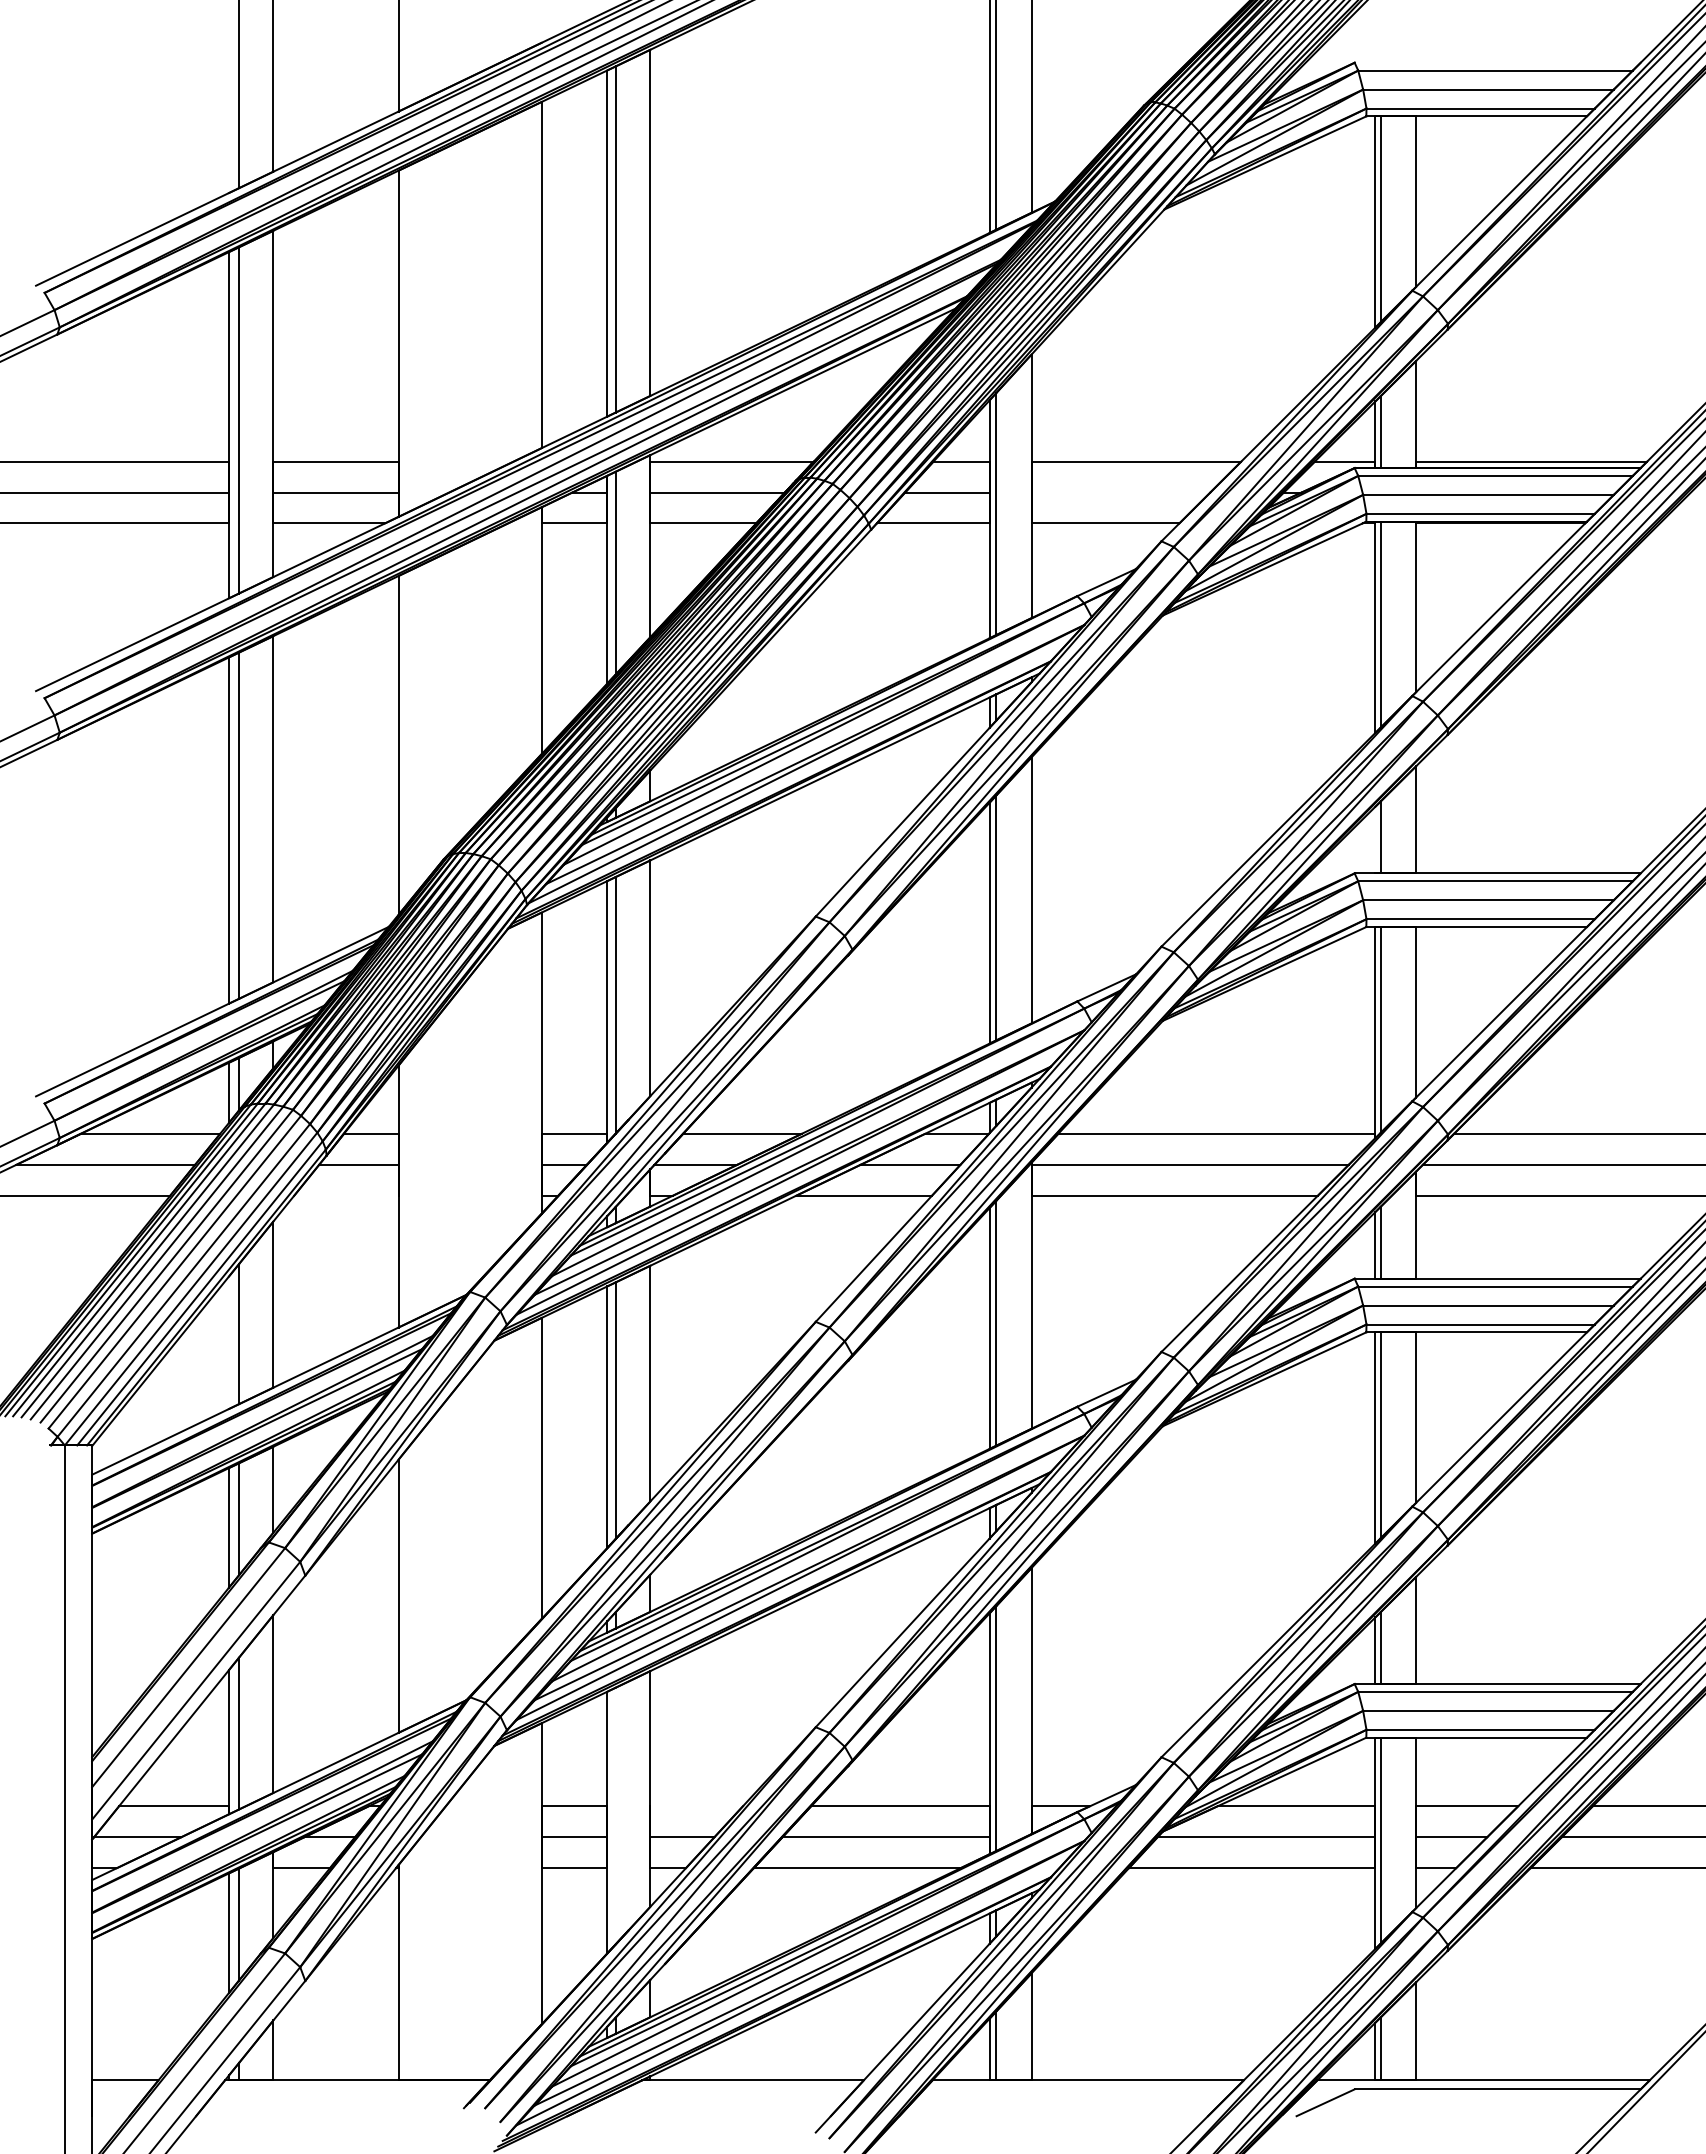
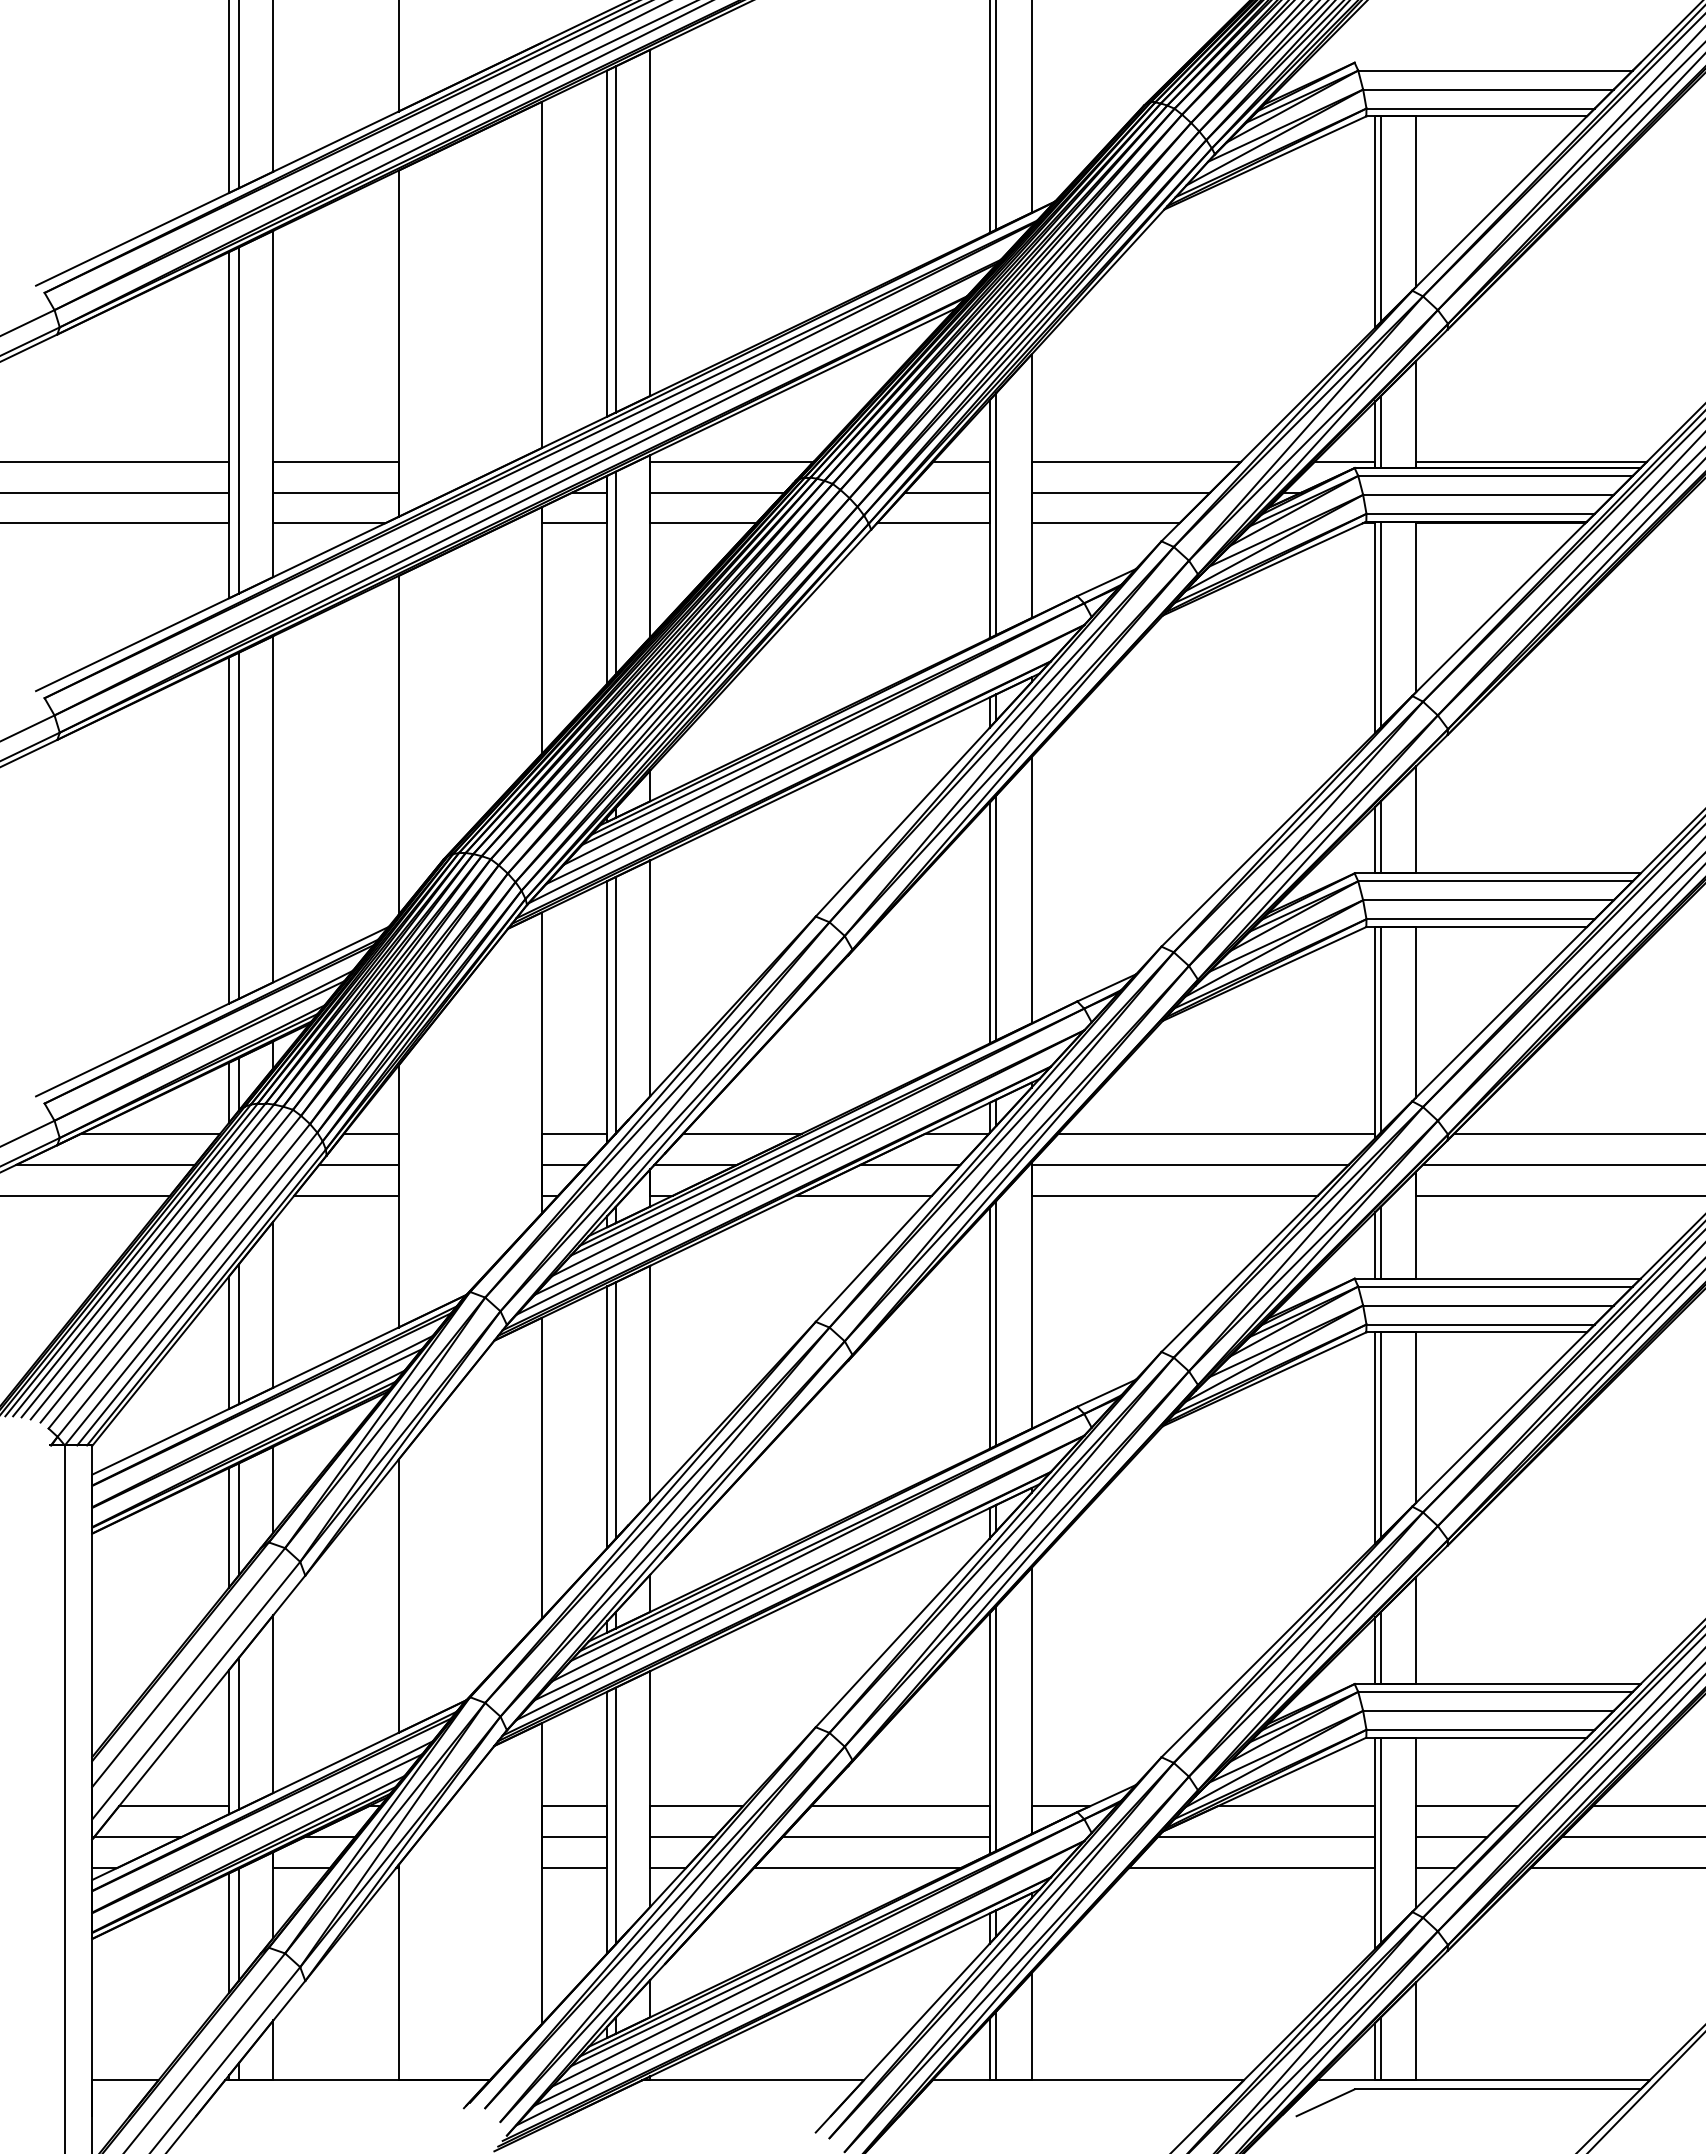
line at (229, 97): none -> present
line at (1120, 492): none -> present
line at (1375, 839): none -> present
line at (346, 1195): none -> present
line at (229, 1342): none -> present
line at (696, 1806): none -> present
line at (615, 1815): none -> present
